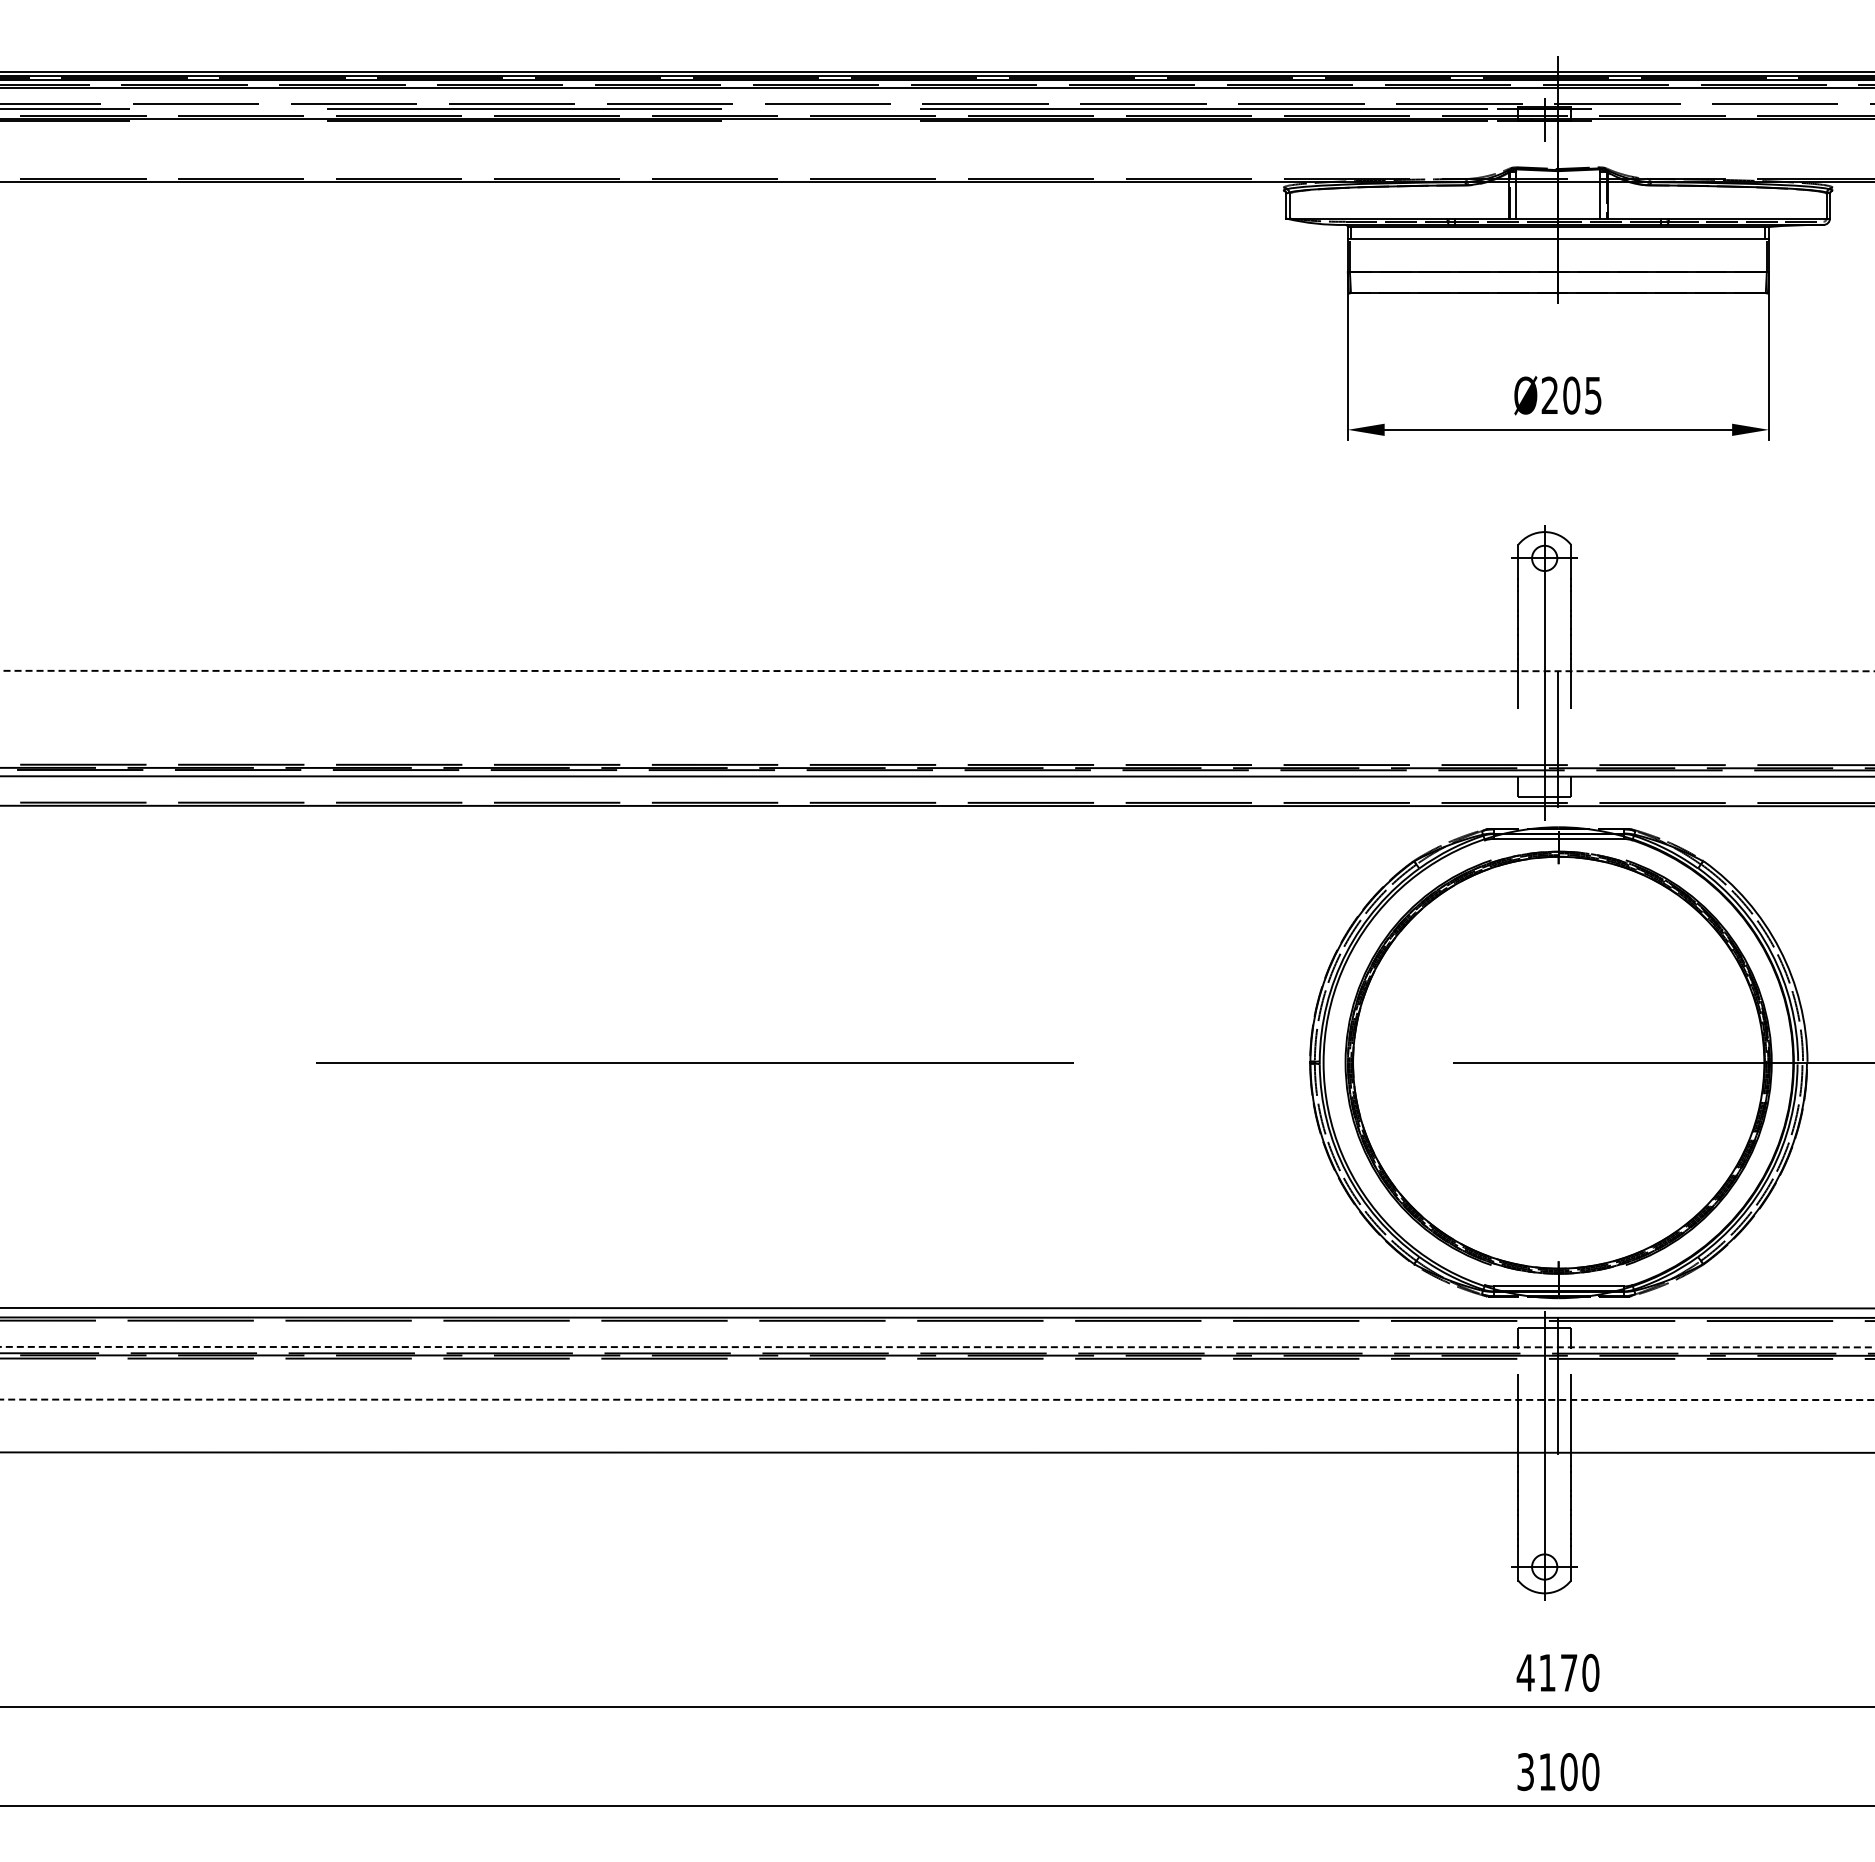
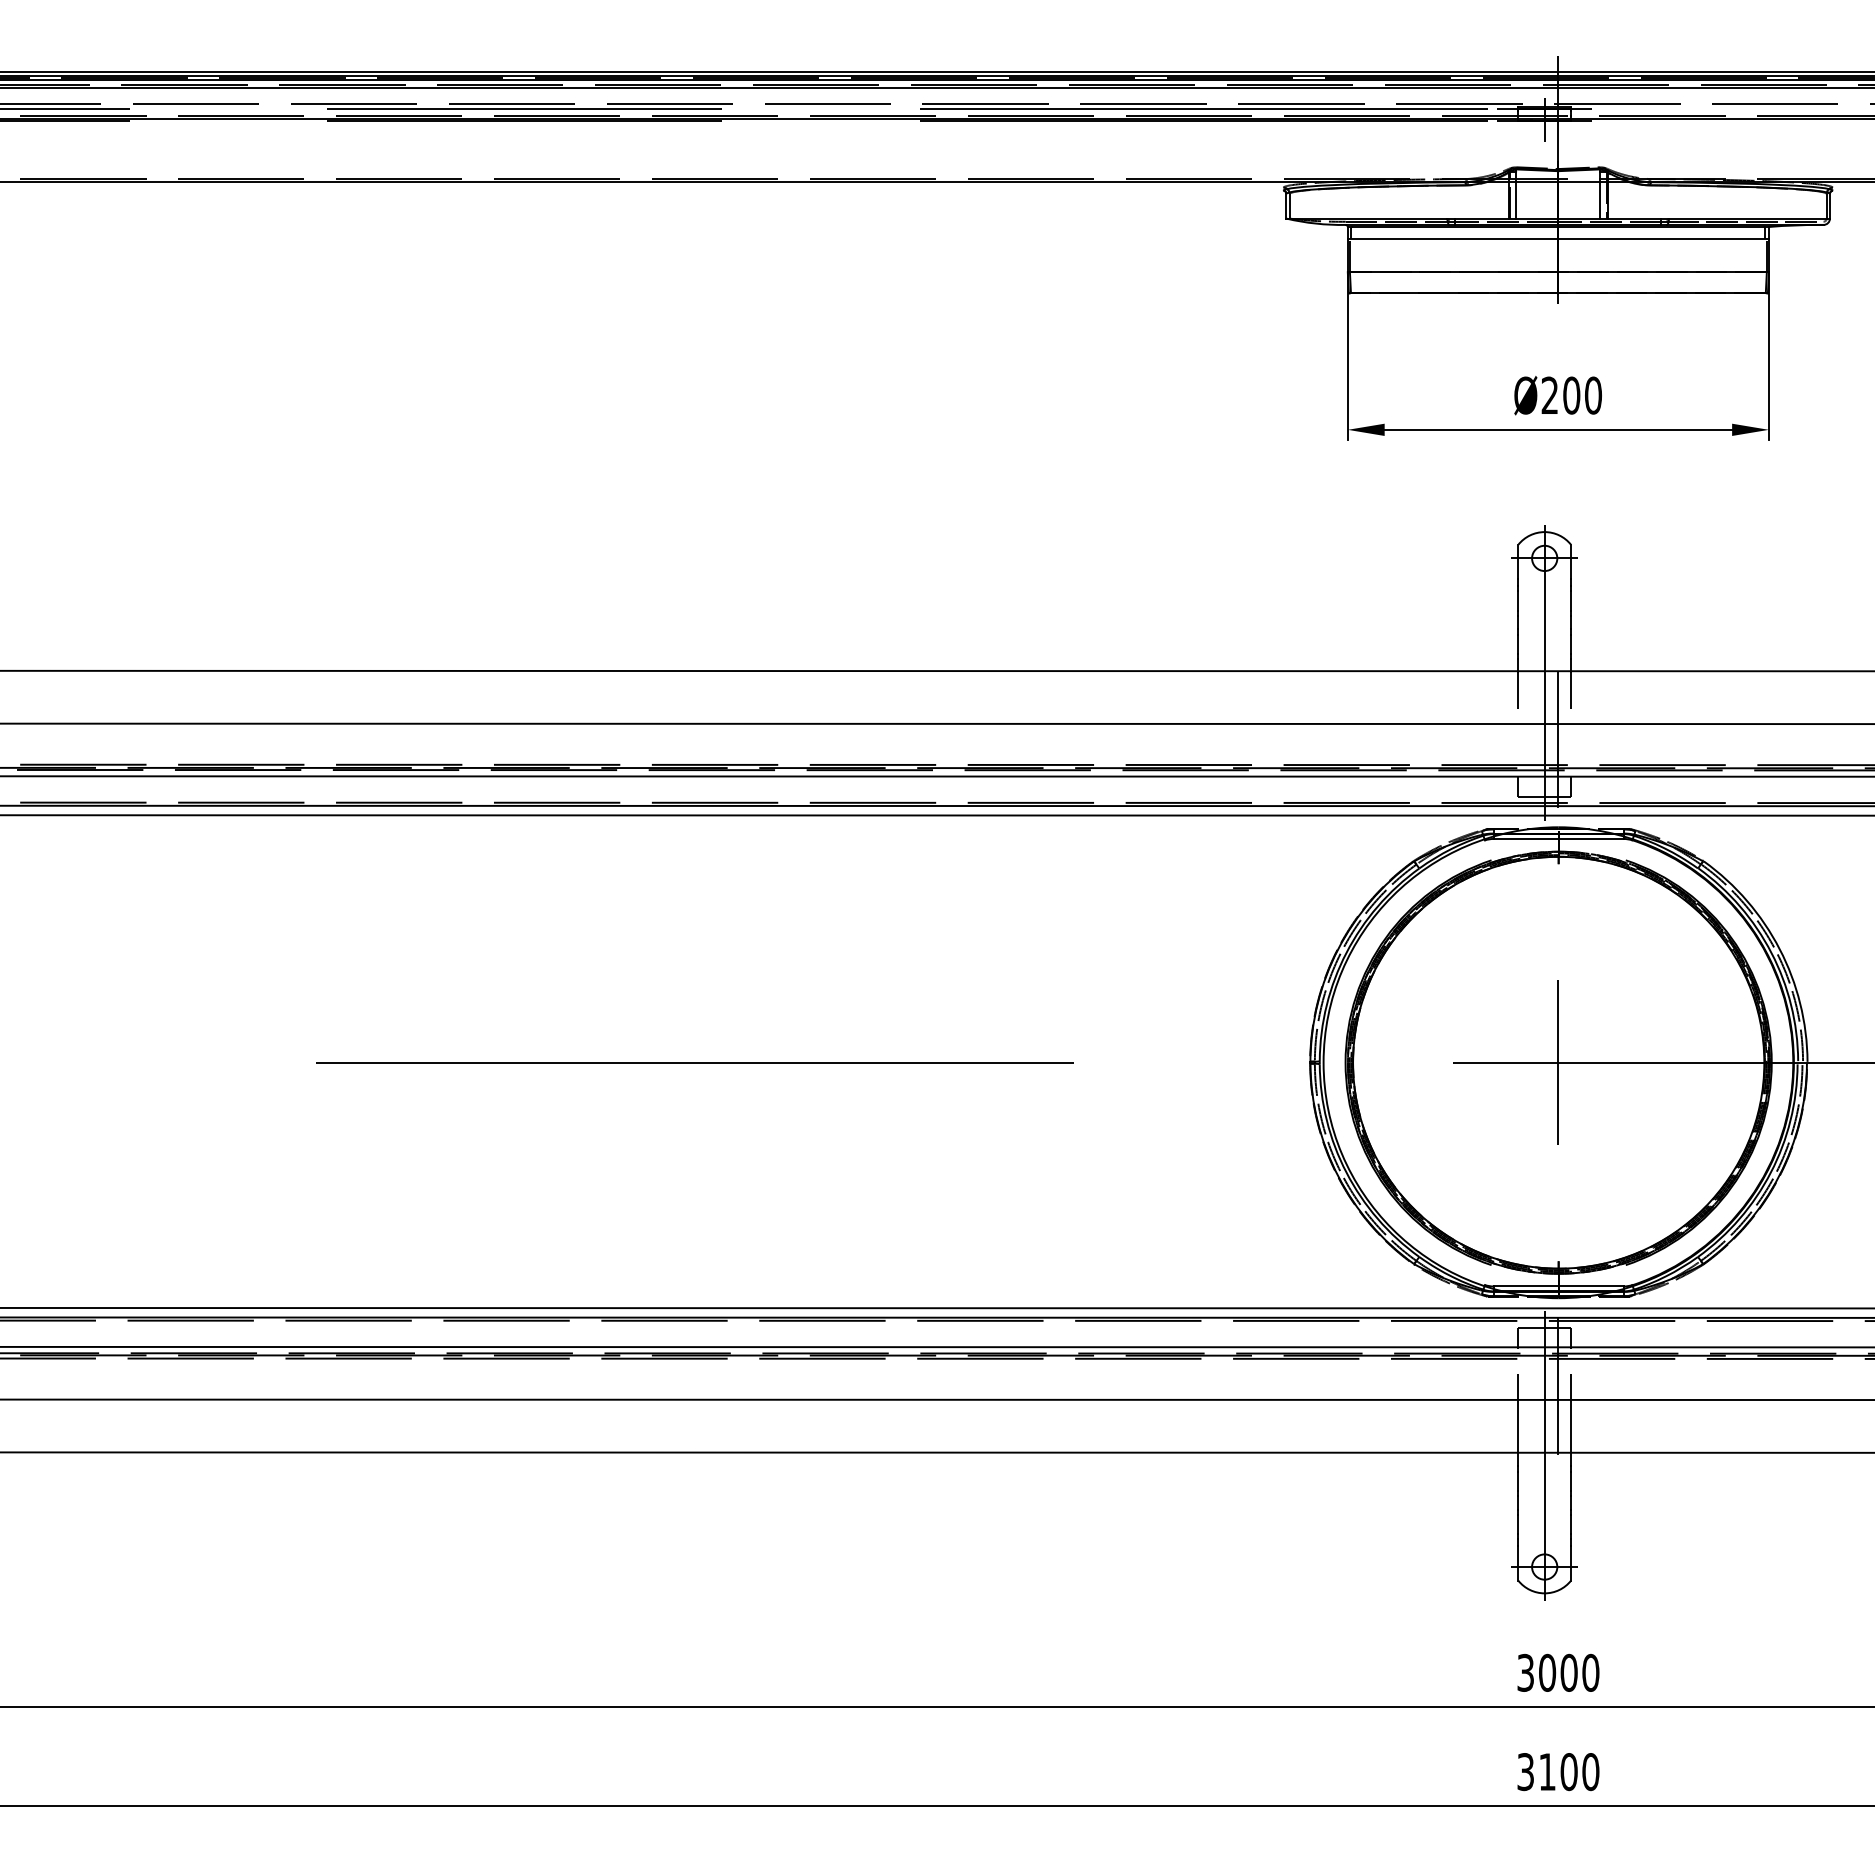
text at (1593, 395): Ø205 -> Ø200
line at (937, 671): dashed -> solid
line at (936, 723): none -> present
line at (936, 815): none -> present
line at (1558, 1062): none -> present
line at (937, 1347): dashed -> solid
line at (937, 1399): dashed -> solid
text at (1546, 1672): 4170 -> 3000
